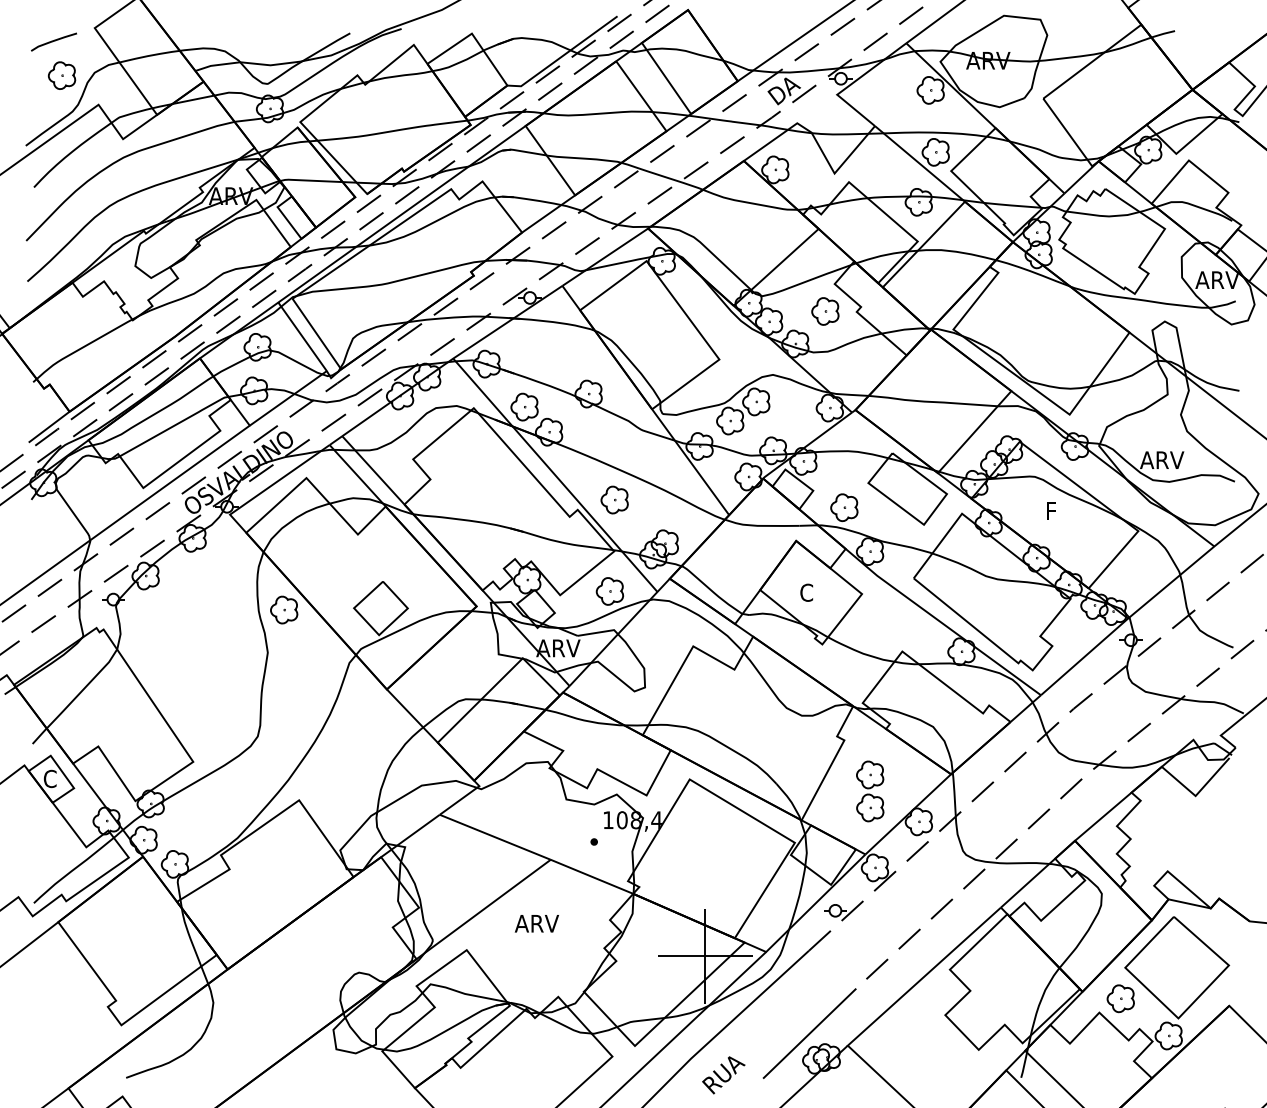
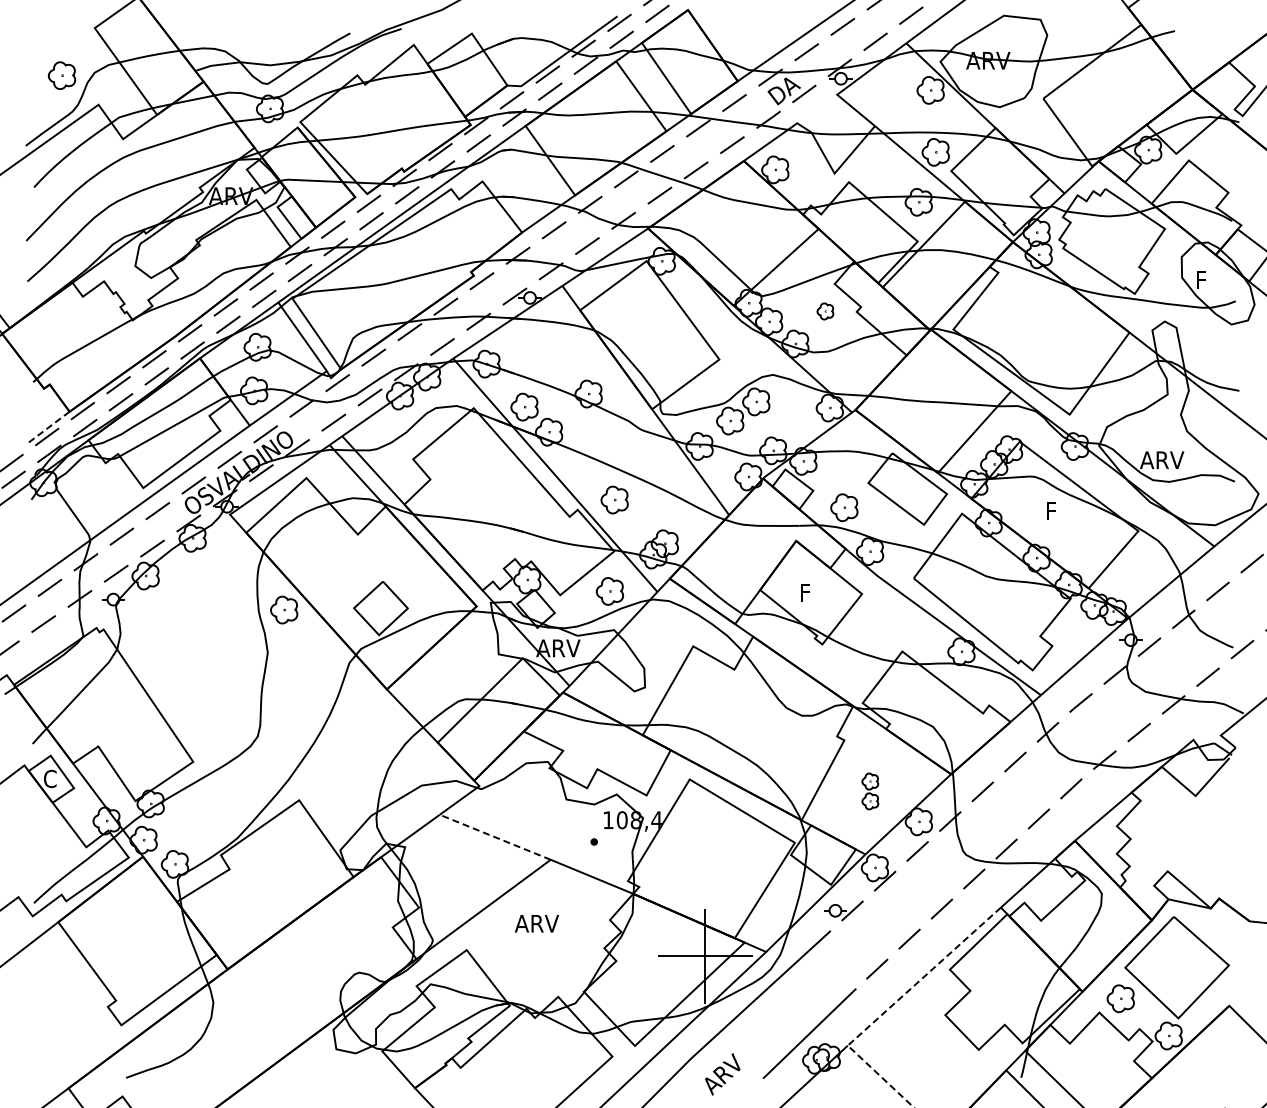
line at (53, 41): present -> none
text at (1216, 279): ARV -> F
part at (825, 311) size: 29x29 px -> 19x19 px
line at (49, 427): solid -> dashed
text at (806, 592): C -> F
part at (870, 791) size: 29x63 px -> 19x39 px
line at (495, 837): solid -> dashed
line at (889, 1007): solid -> dashed
text at (723, 1074): RUA -> ARV
